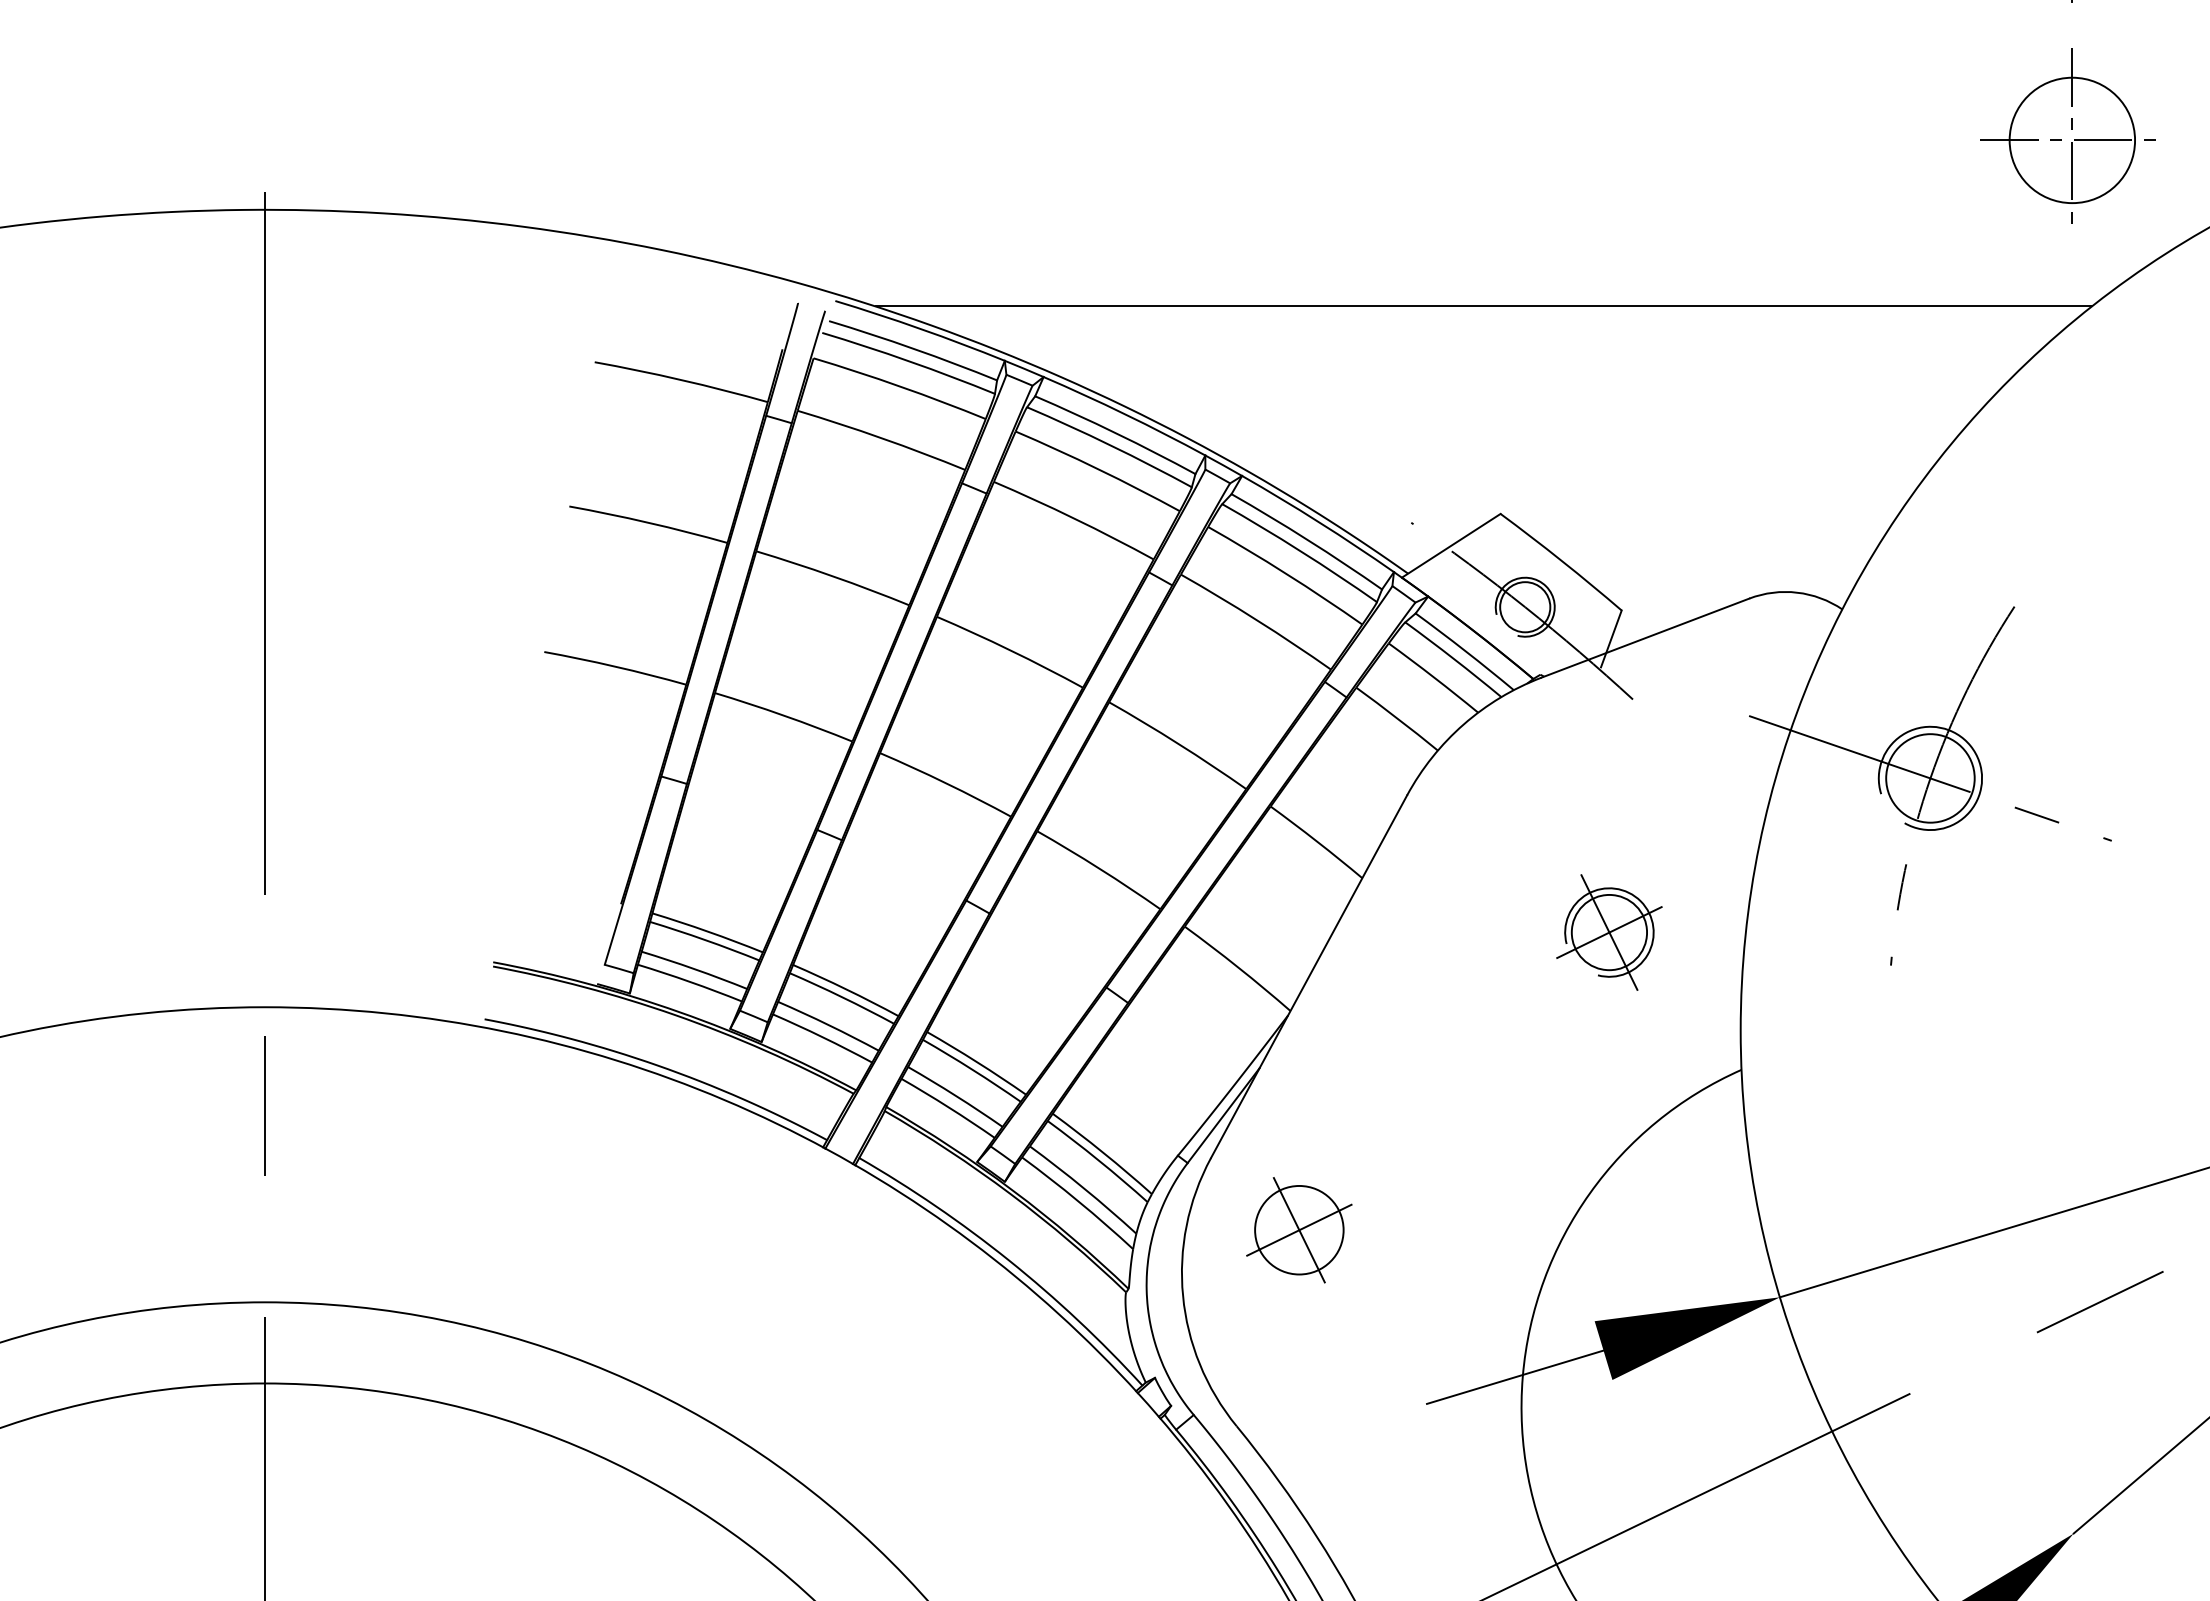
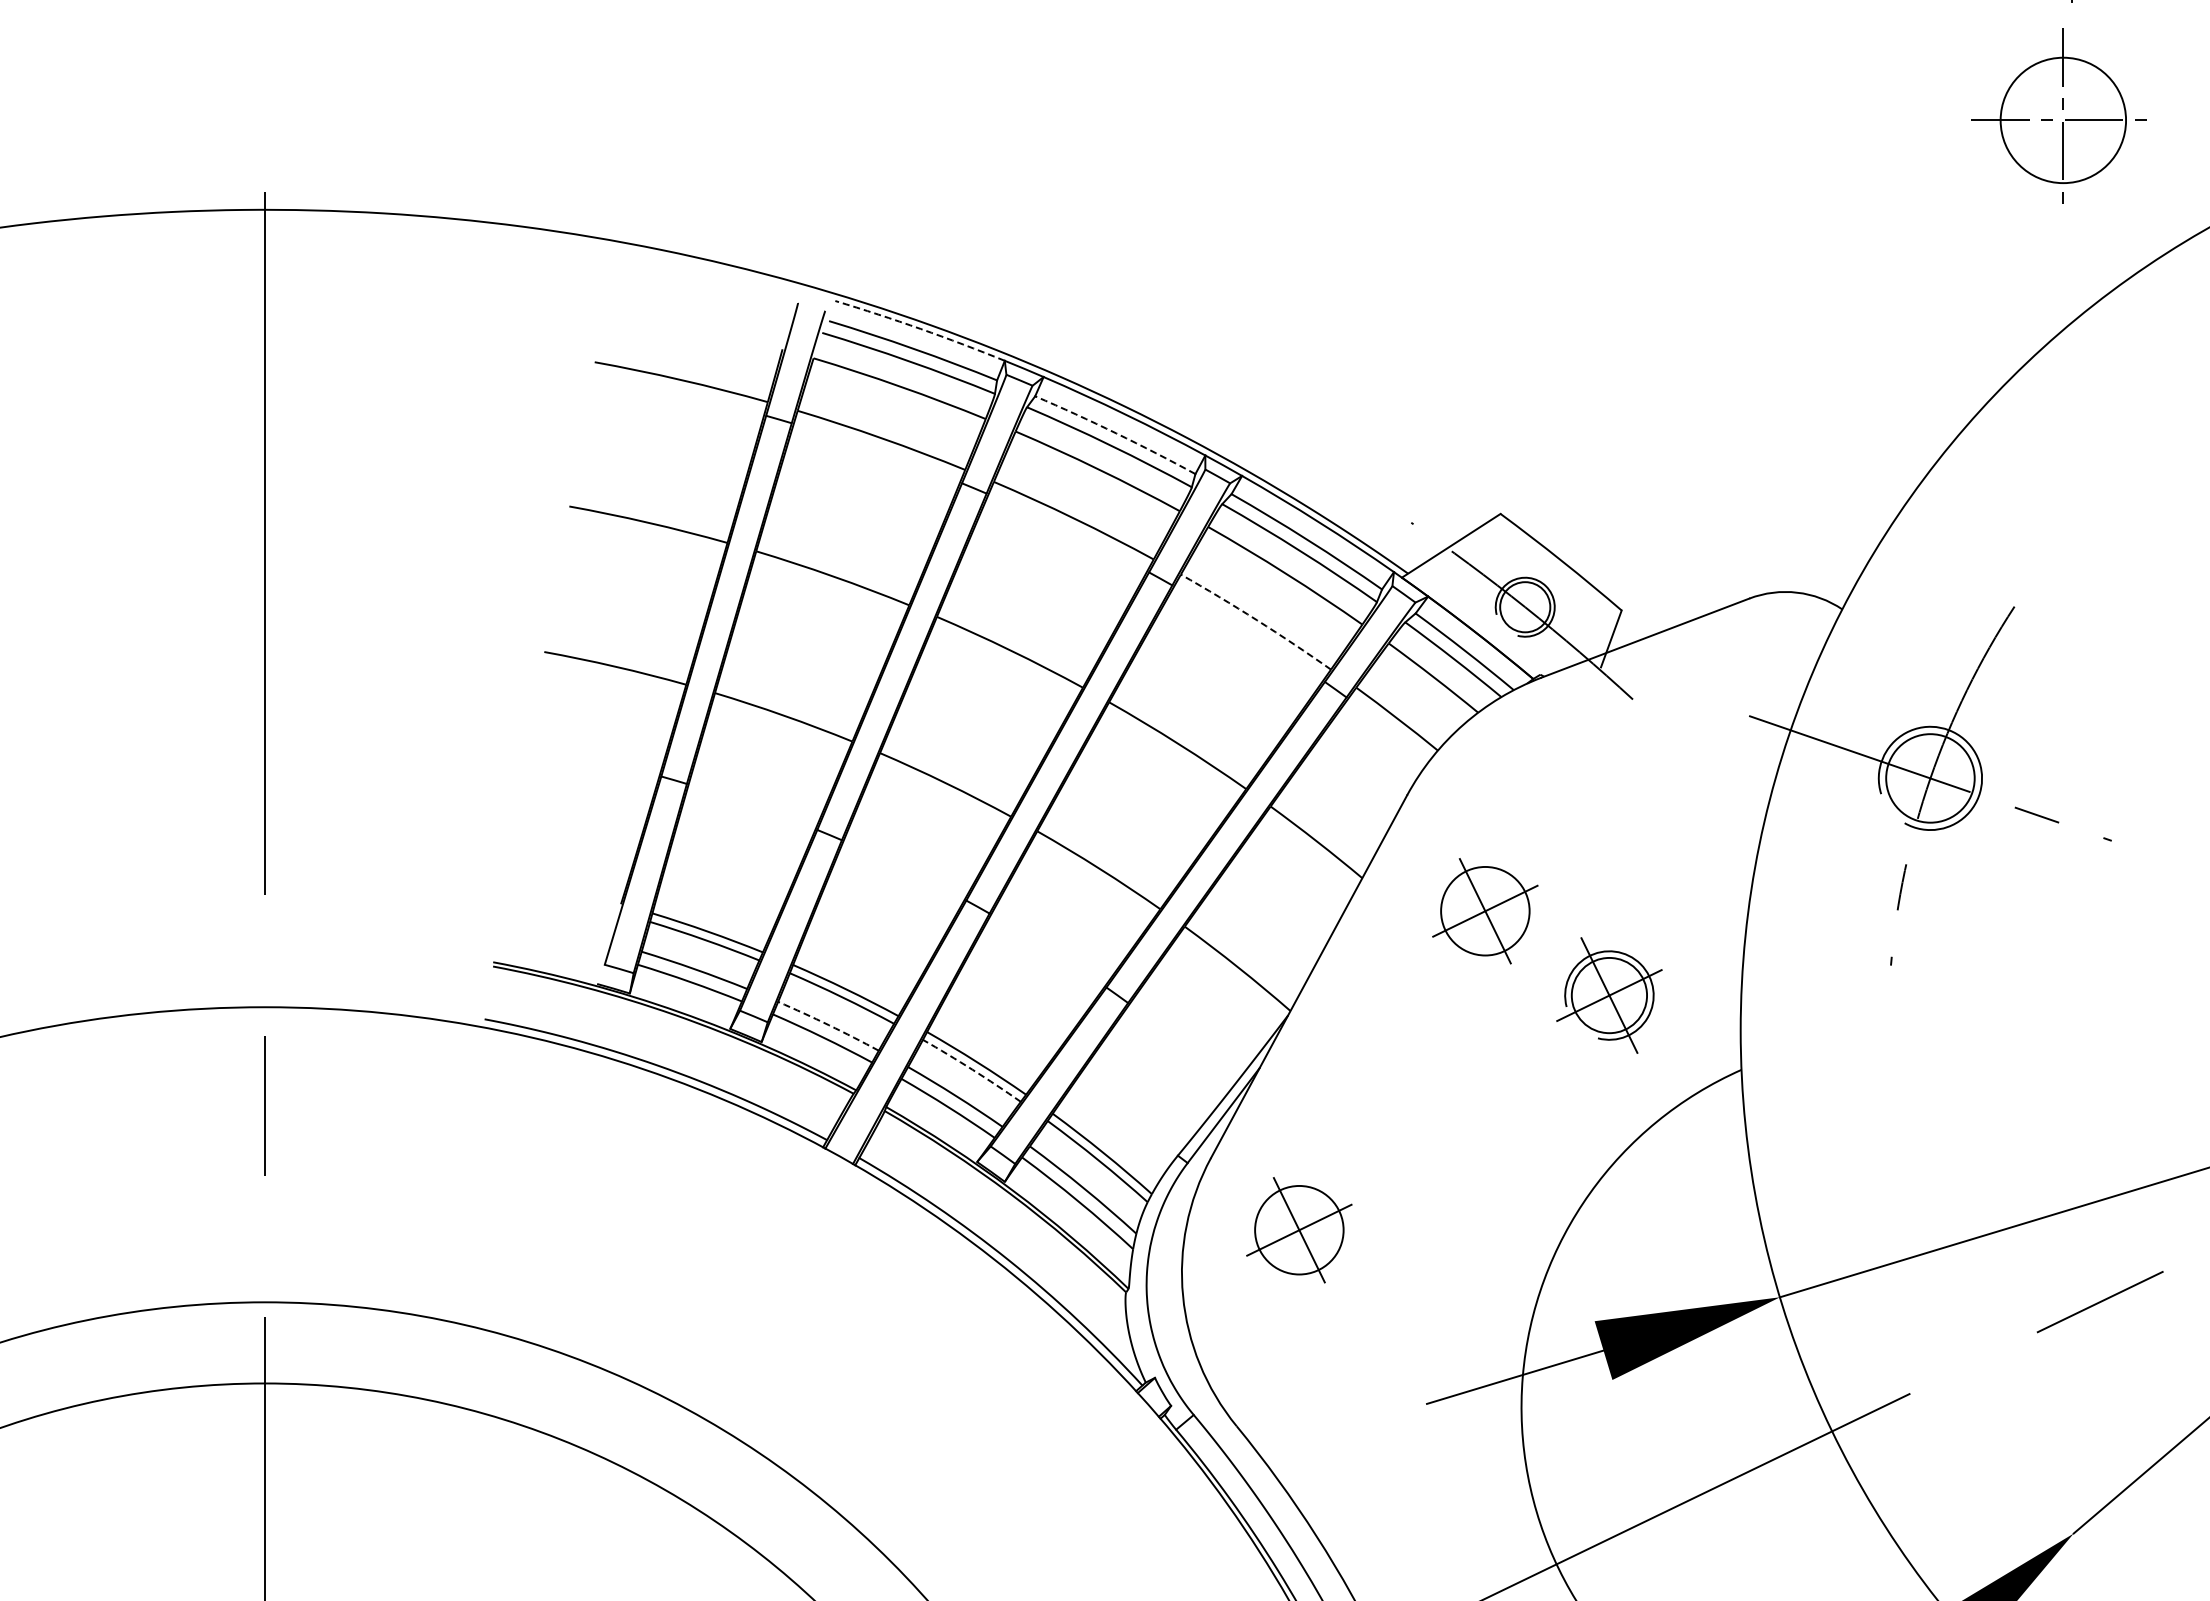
part at (2067, 135) position: (2067, 135) -> (2058, 115)
line at (1483, 306): present -> none
arc at (920, 328): solid -> dashed
arc at (1116, 433): solid -> dashed
arc at (1257, 620): solid -> dashed
part at (1485, 911): none -> present
part at (1609, 932) position: (1609, 932) -> (1609, 995)
arc at (829, 1025): solid -> dashed
arc at (972, 1069): solid -> dashed
